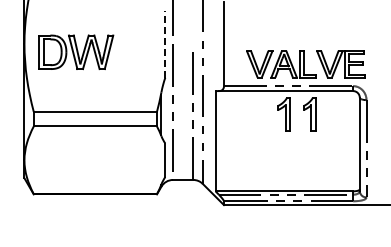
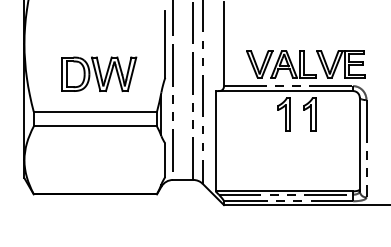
line at (193, 23): none -> present
line at (165, 44): dashed -> solid
part at (76, 52) position: (76, 52) -> (99, 74)
